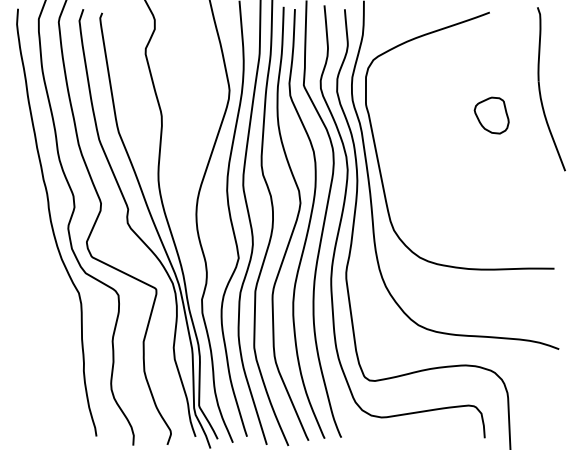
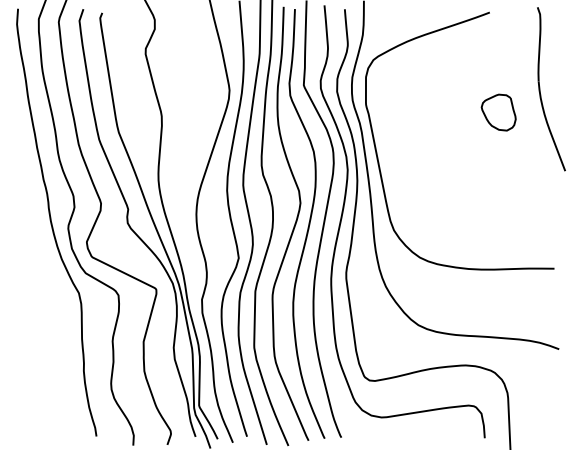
part at (491, 115) position: (491, 115) -> (498, 112)
